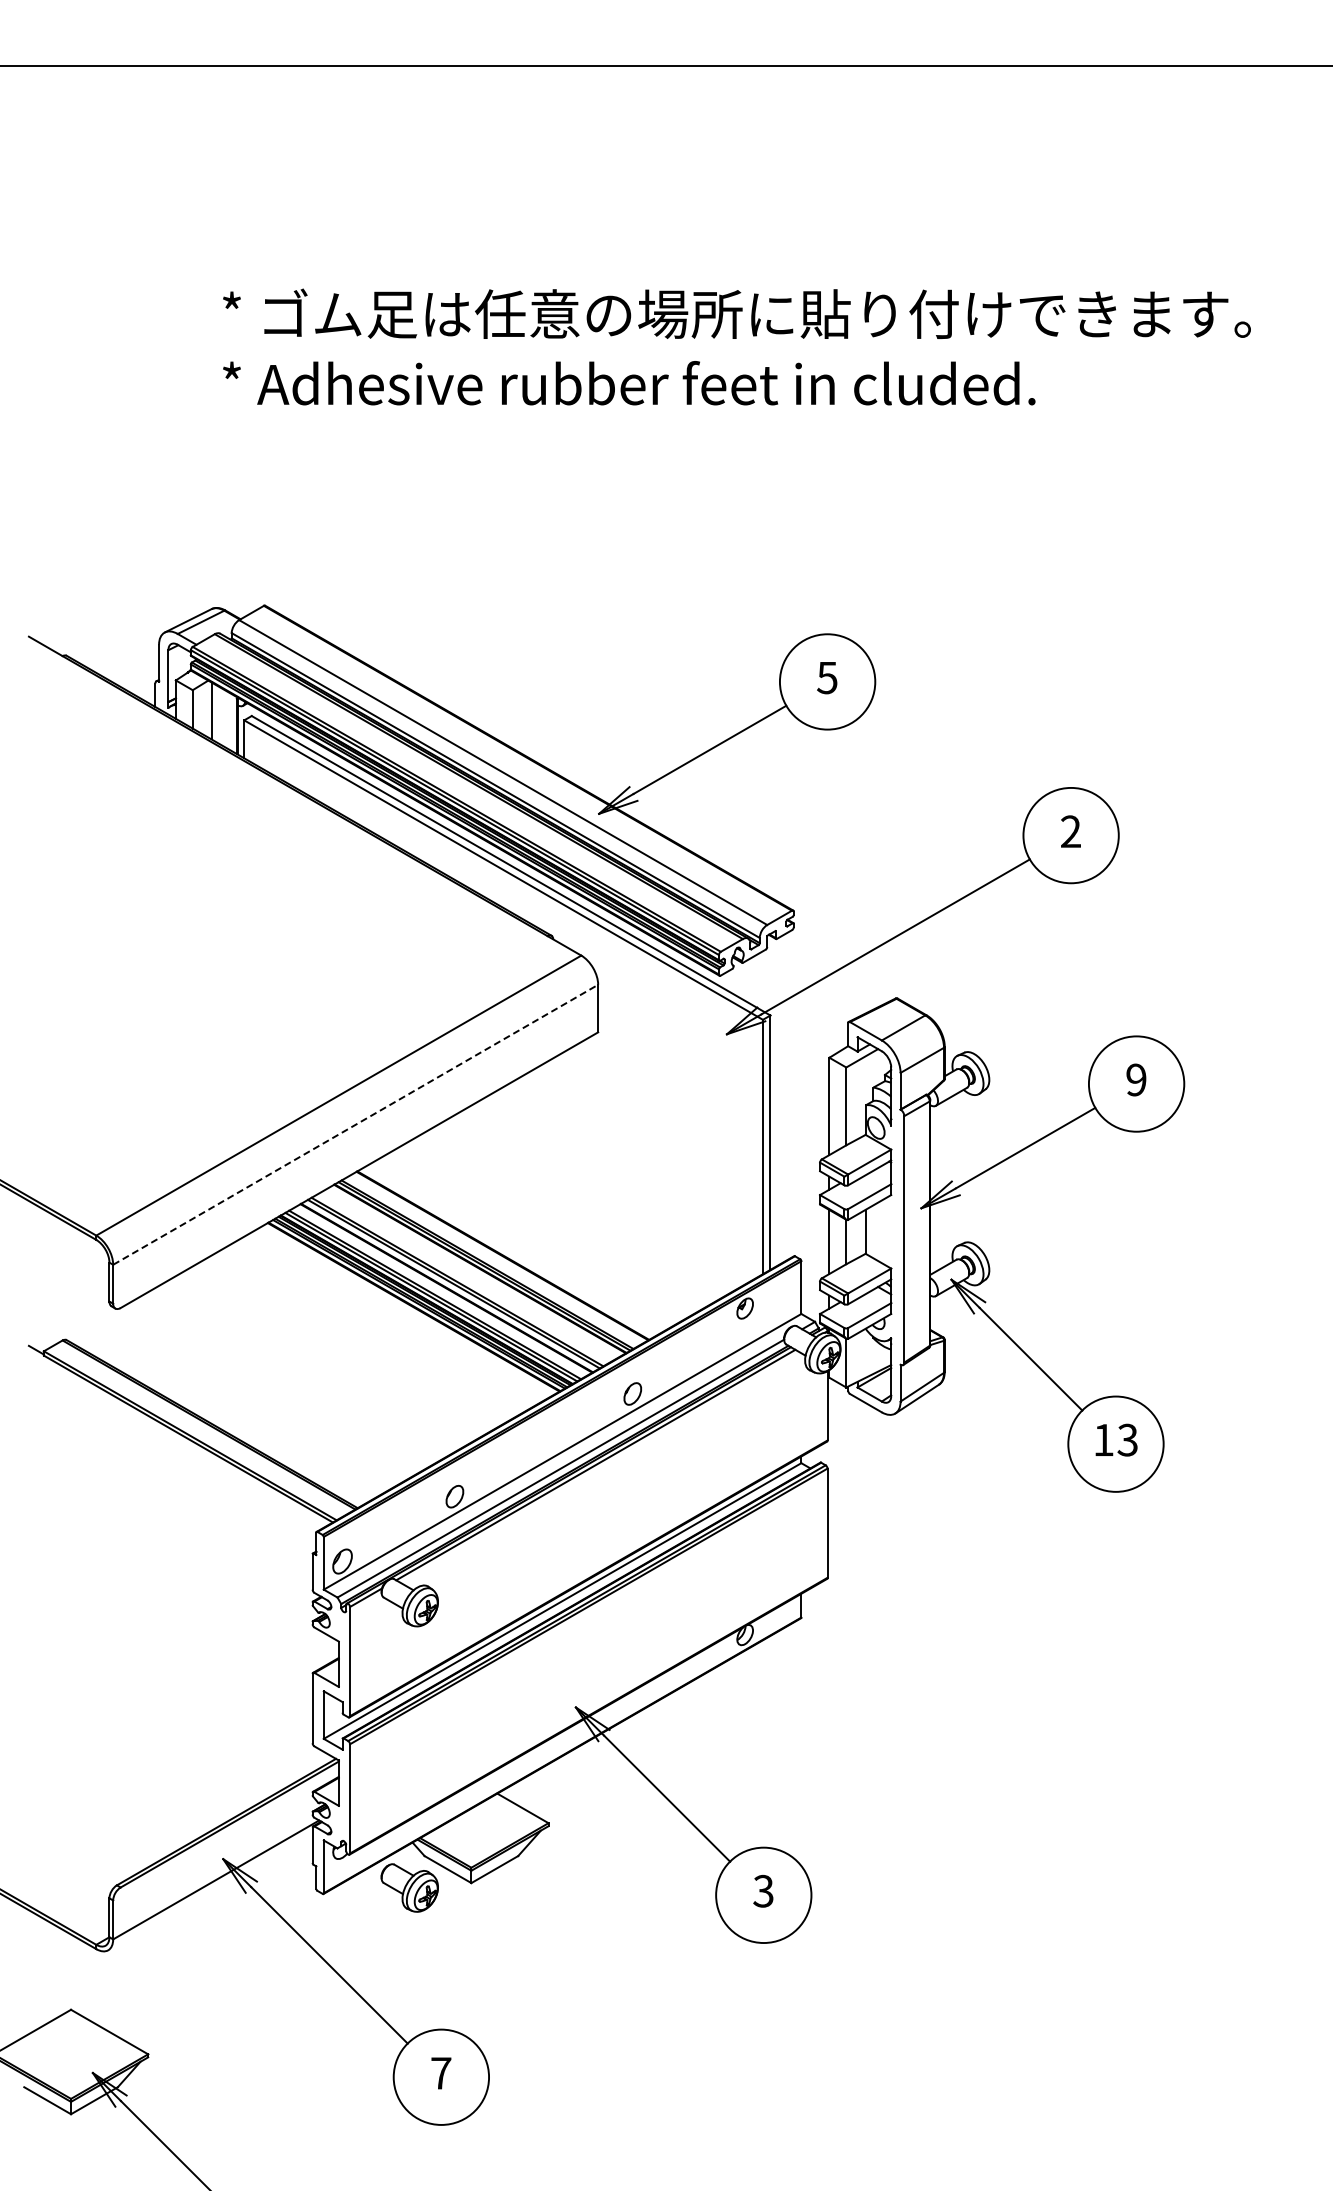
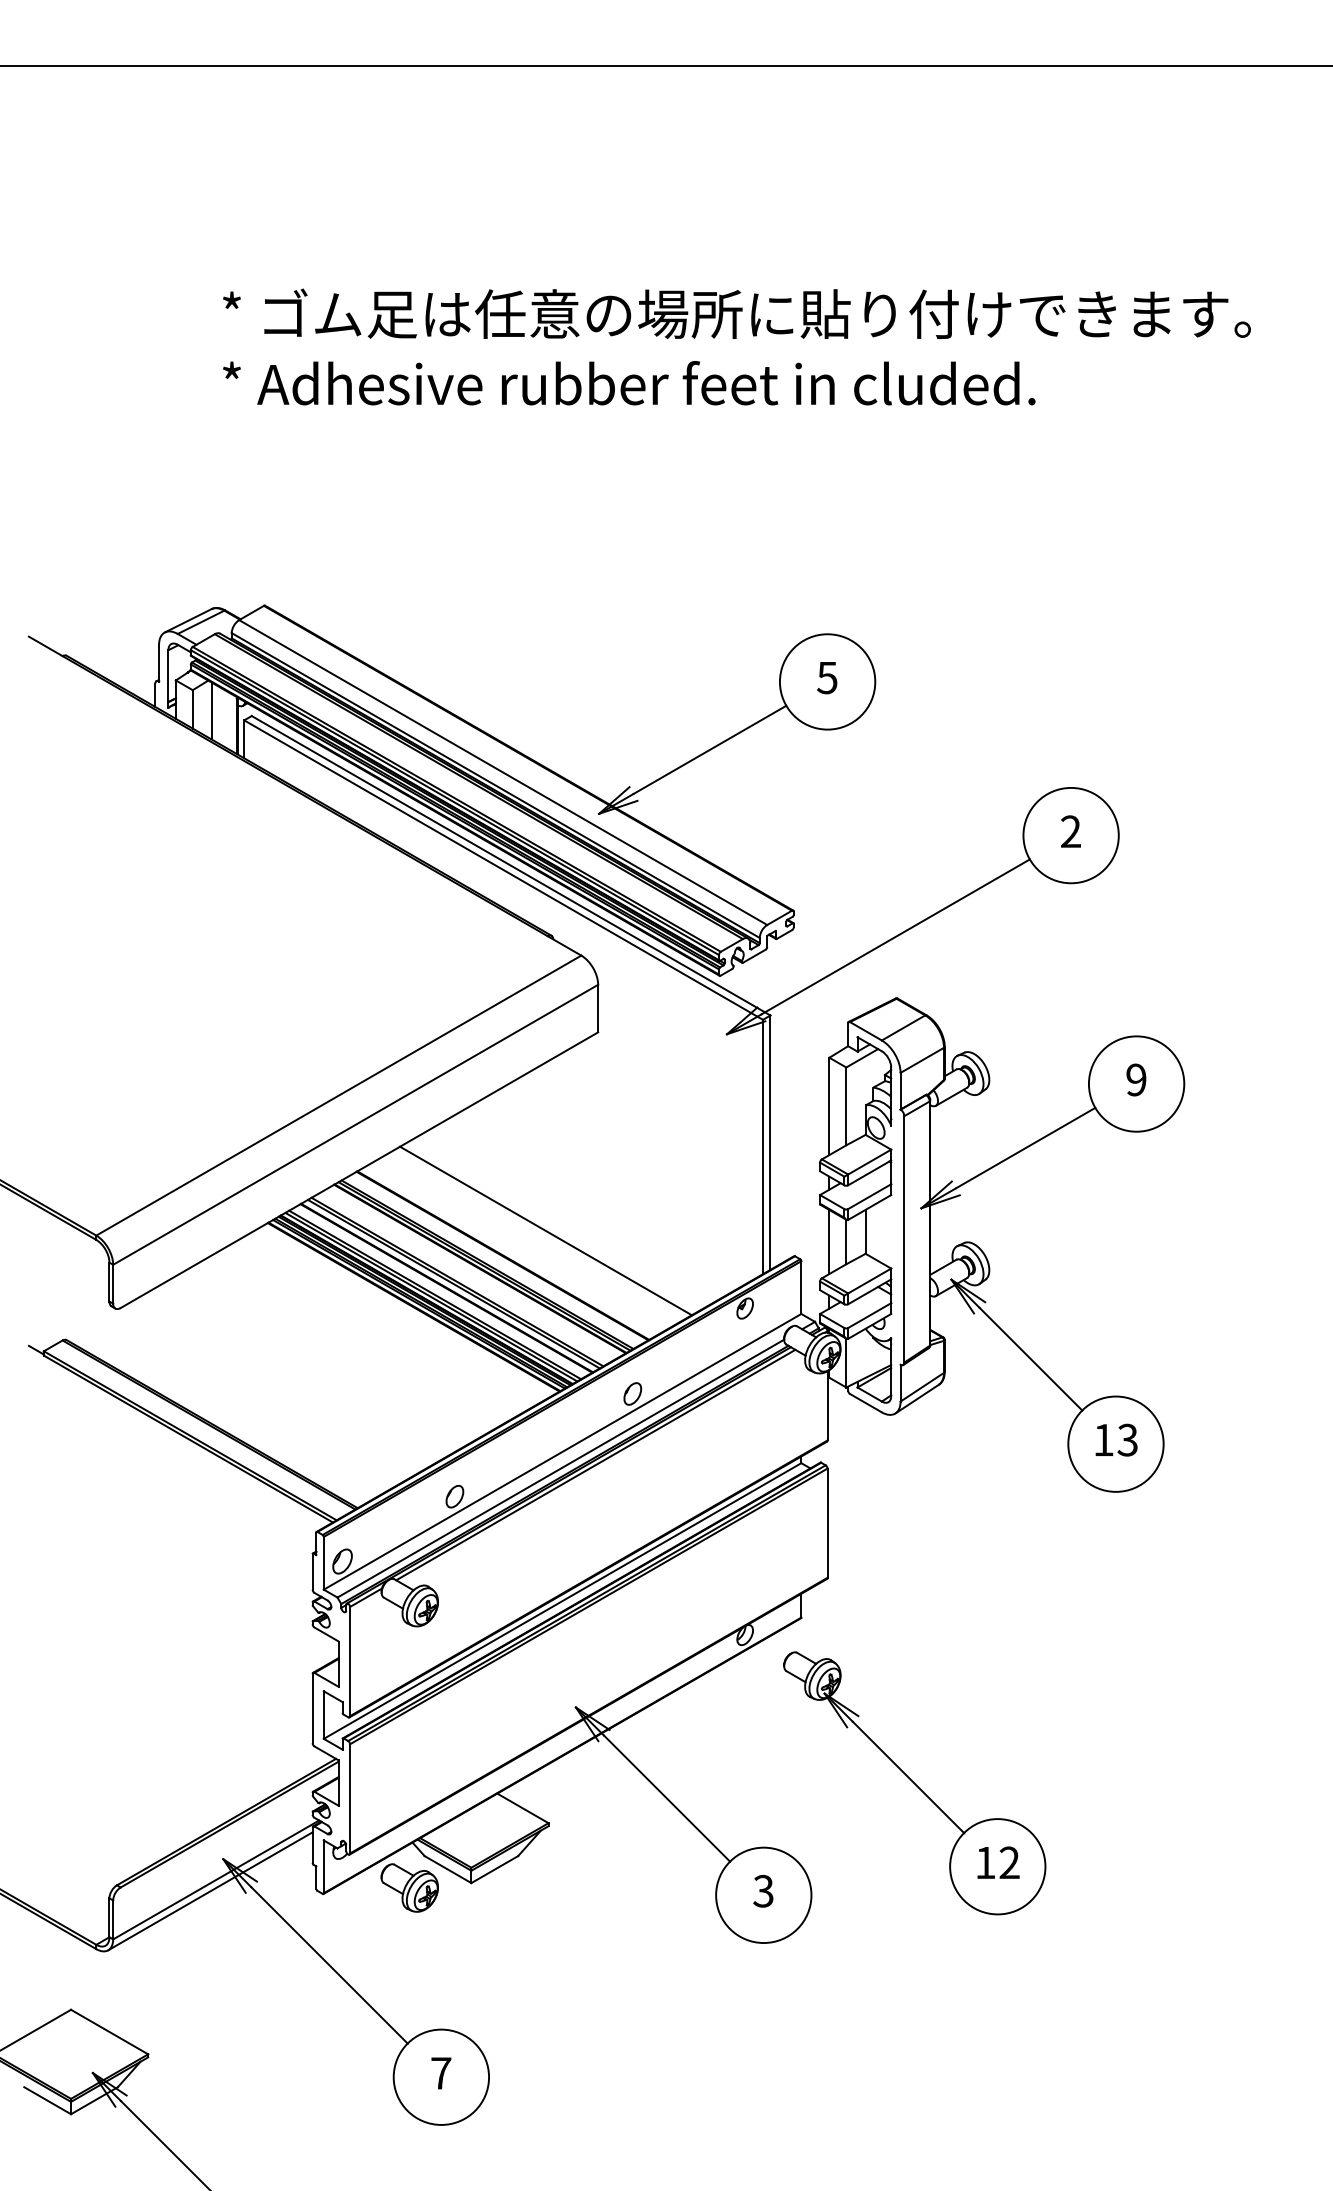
line at (356, 1124): dashed -> solid
line at (545, 1230): none -> present
part at (914, 1783): none -> present
line at (210, 1891): none -> present
